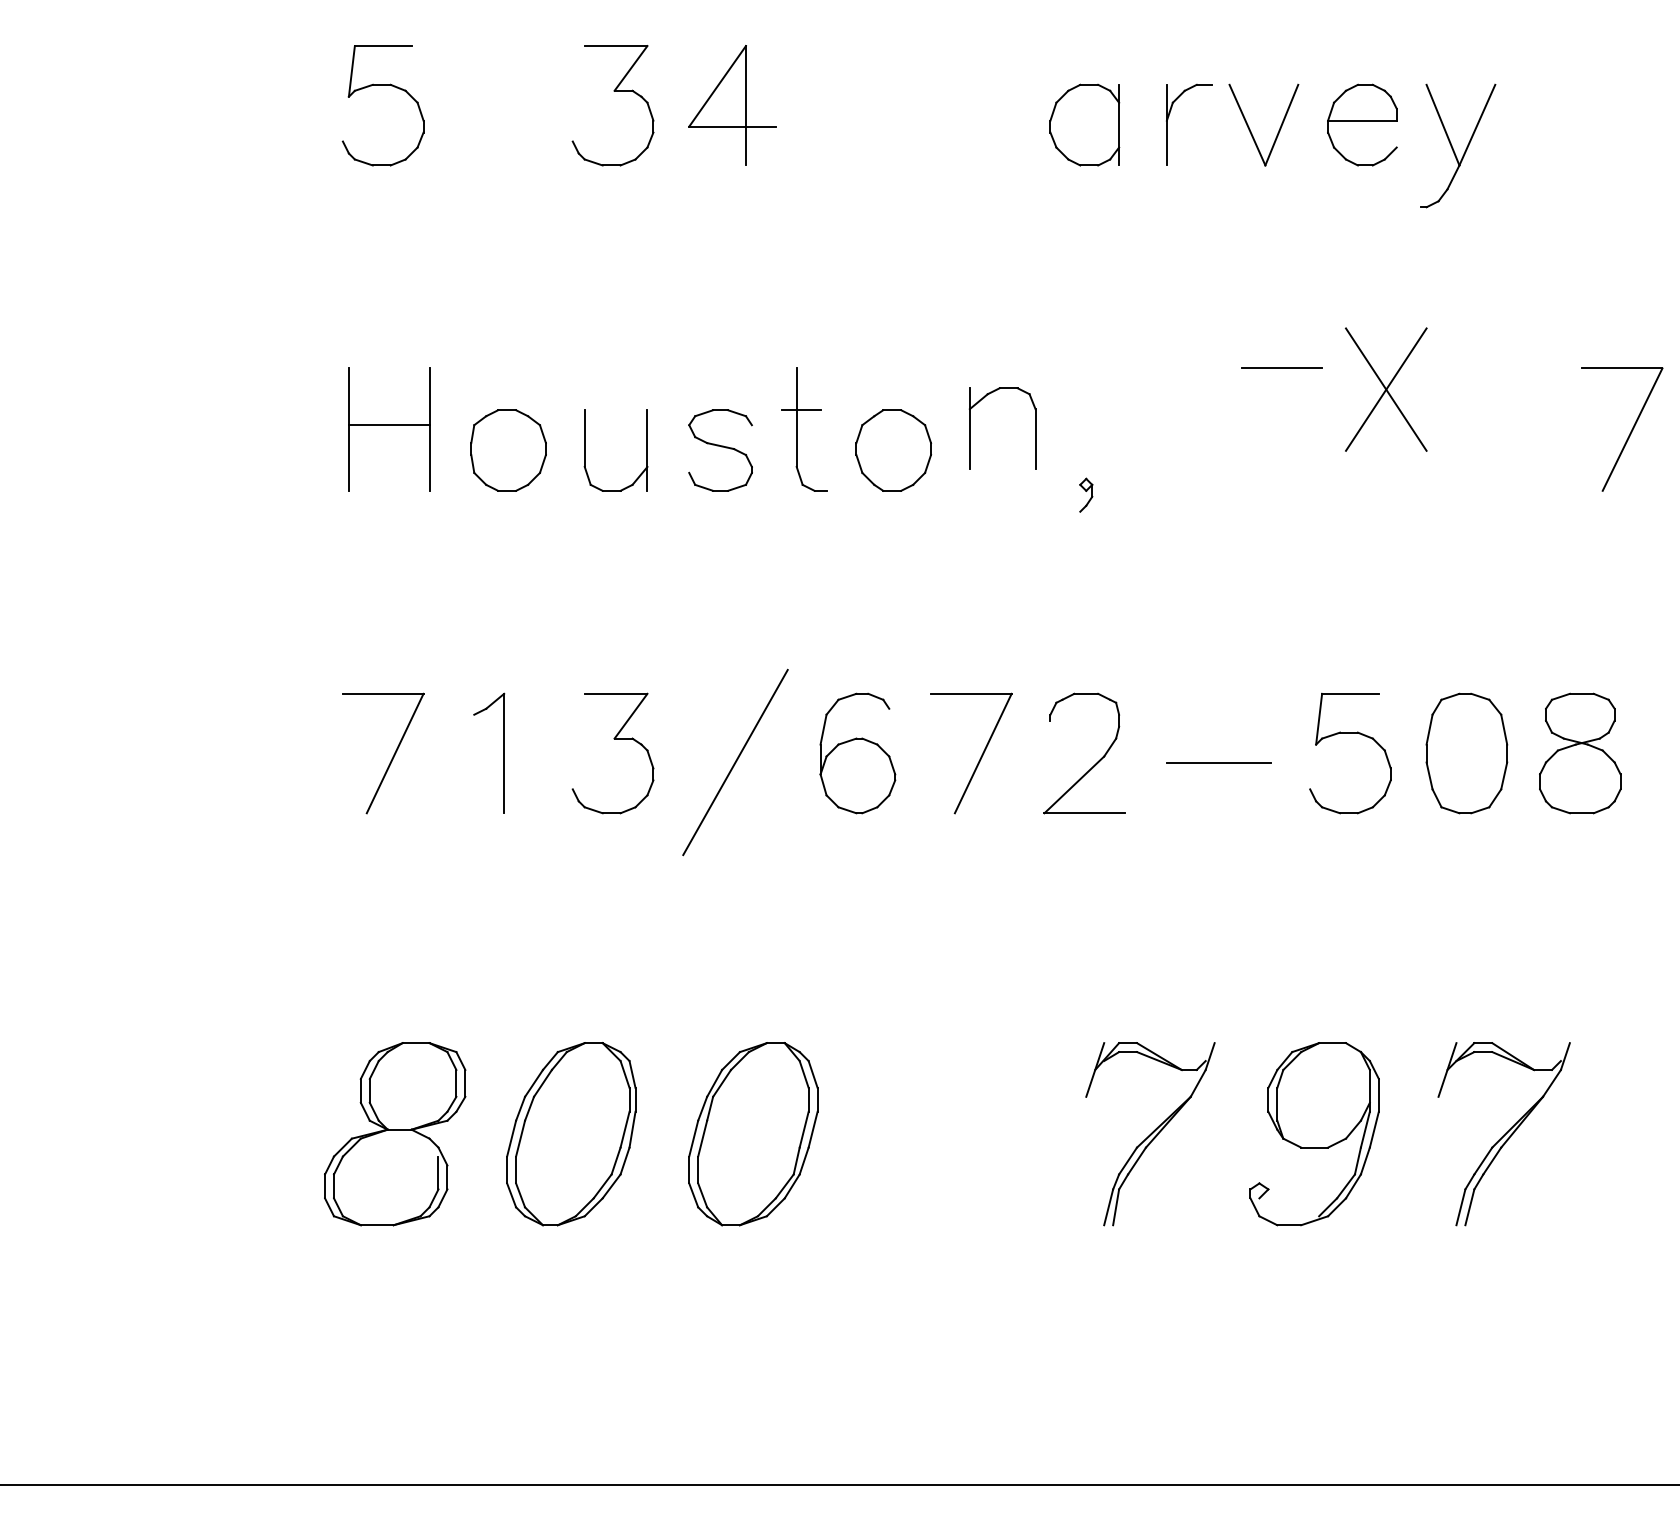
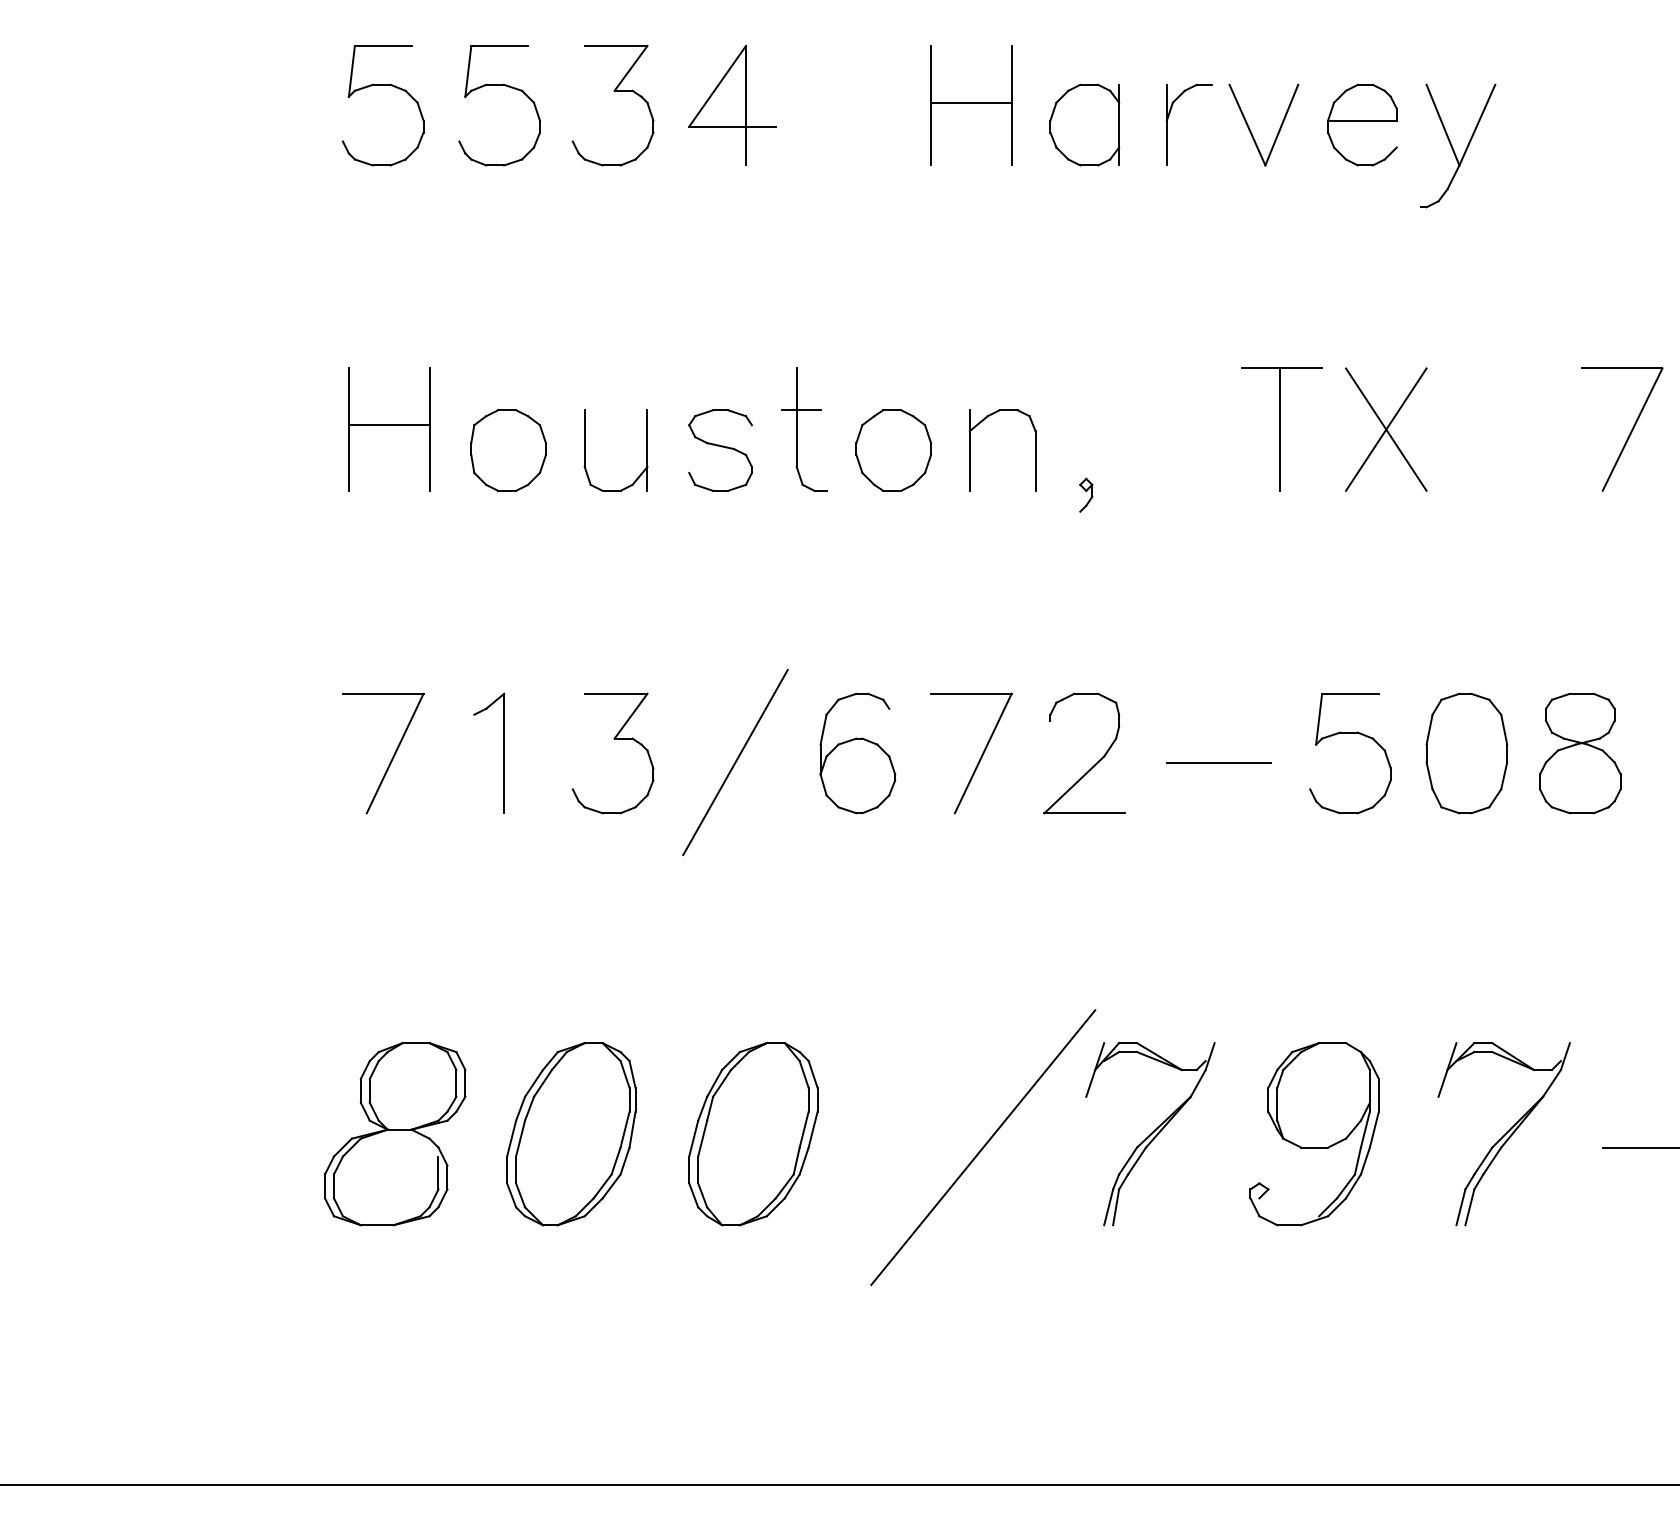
part at (505, 86): none -> present
part at (971, 105): none -> present
part at (1386, 389) position: (1386, 389) -> (1386, 429)
part at (970, 428) position: (970, 428) -> (970, 450)
line at (1280, 429): none -> present
line at (983, 1147): none -> present
line at (1639, 1147): none -> present
